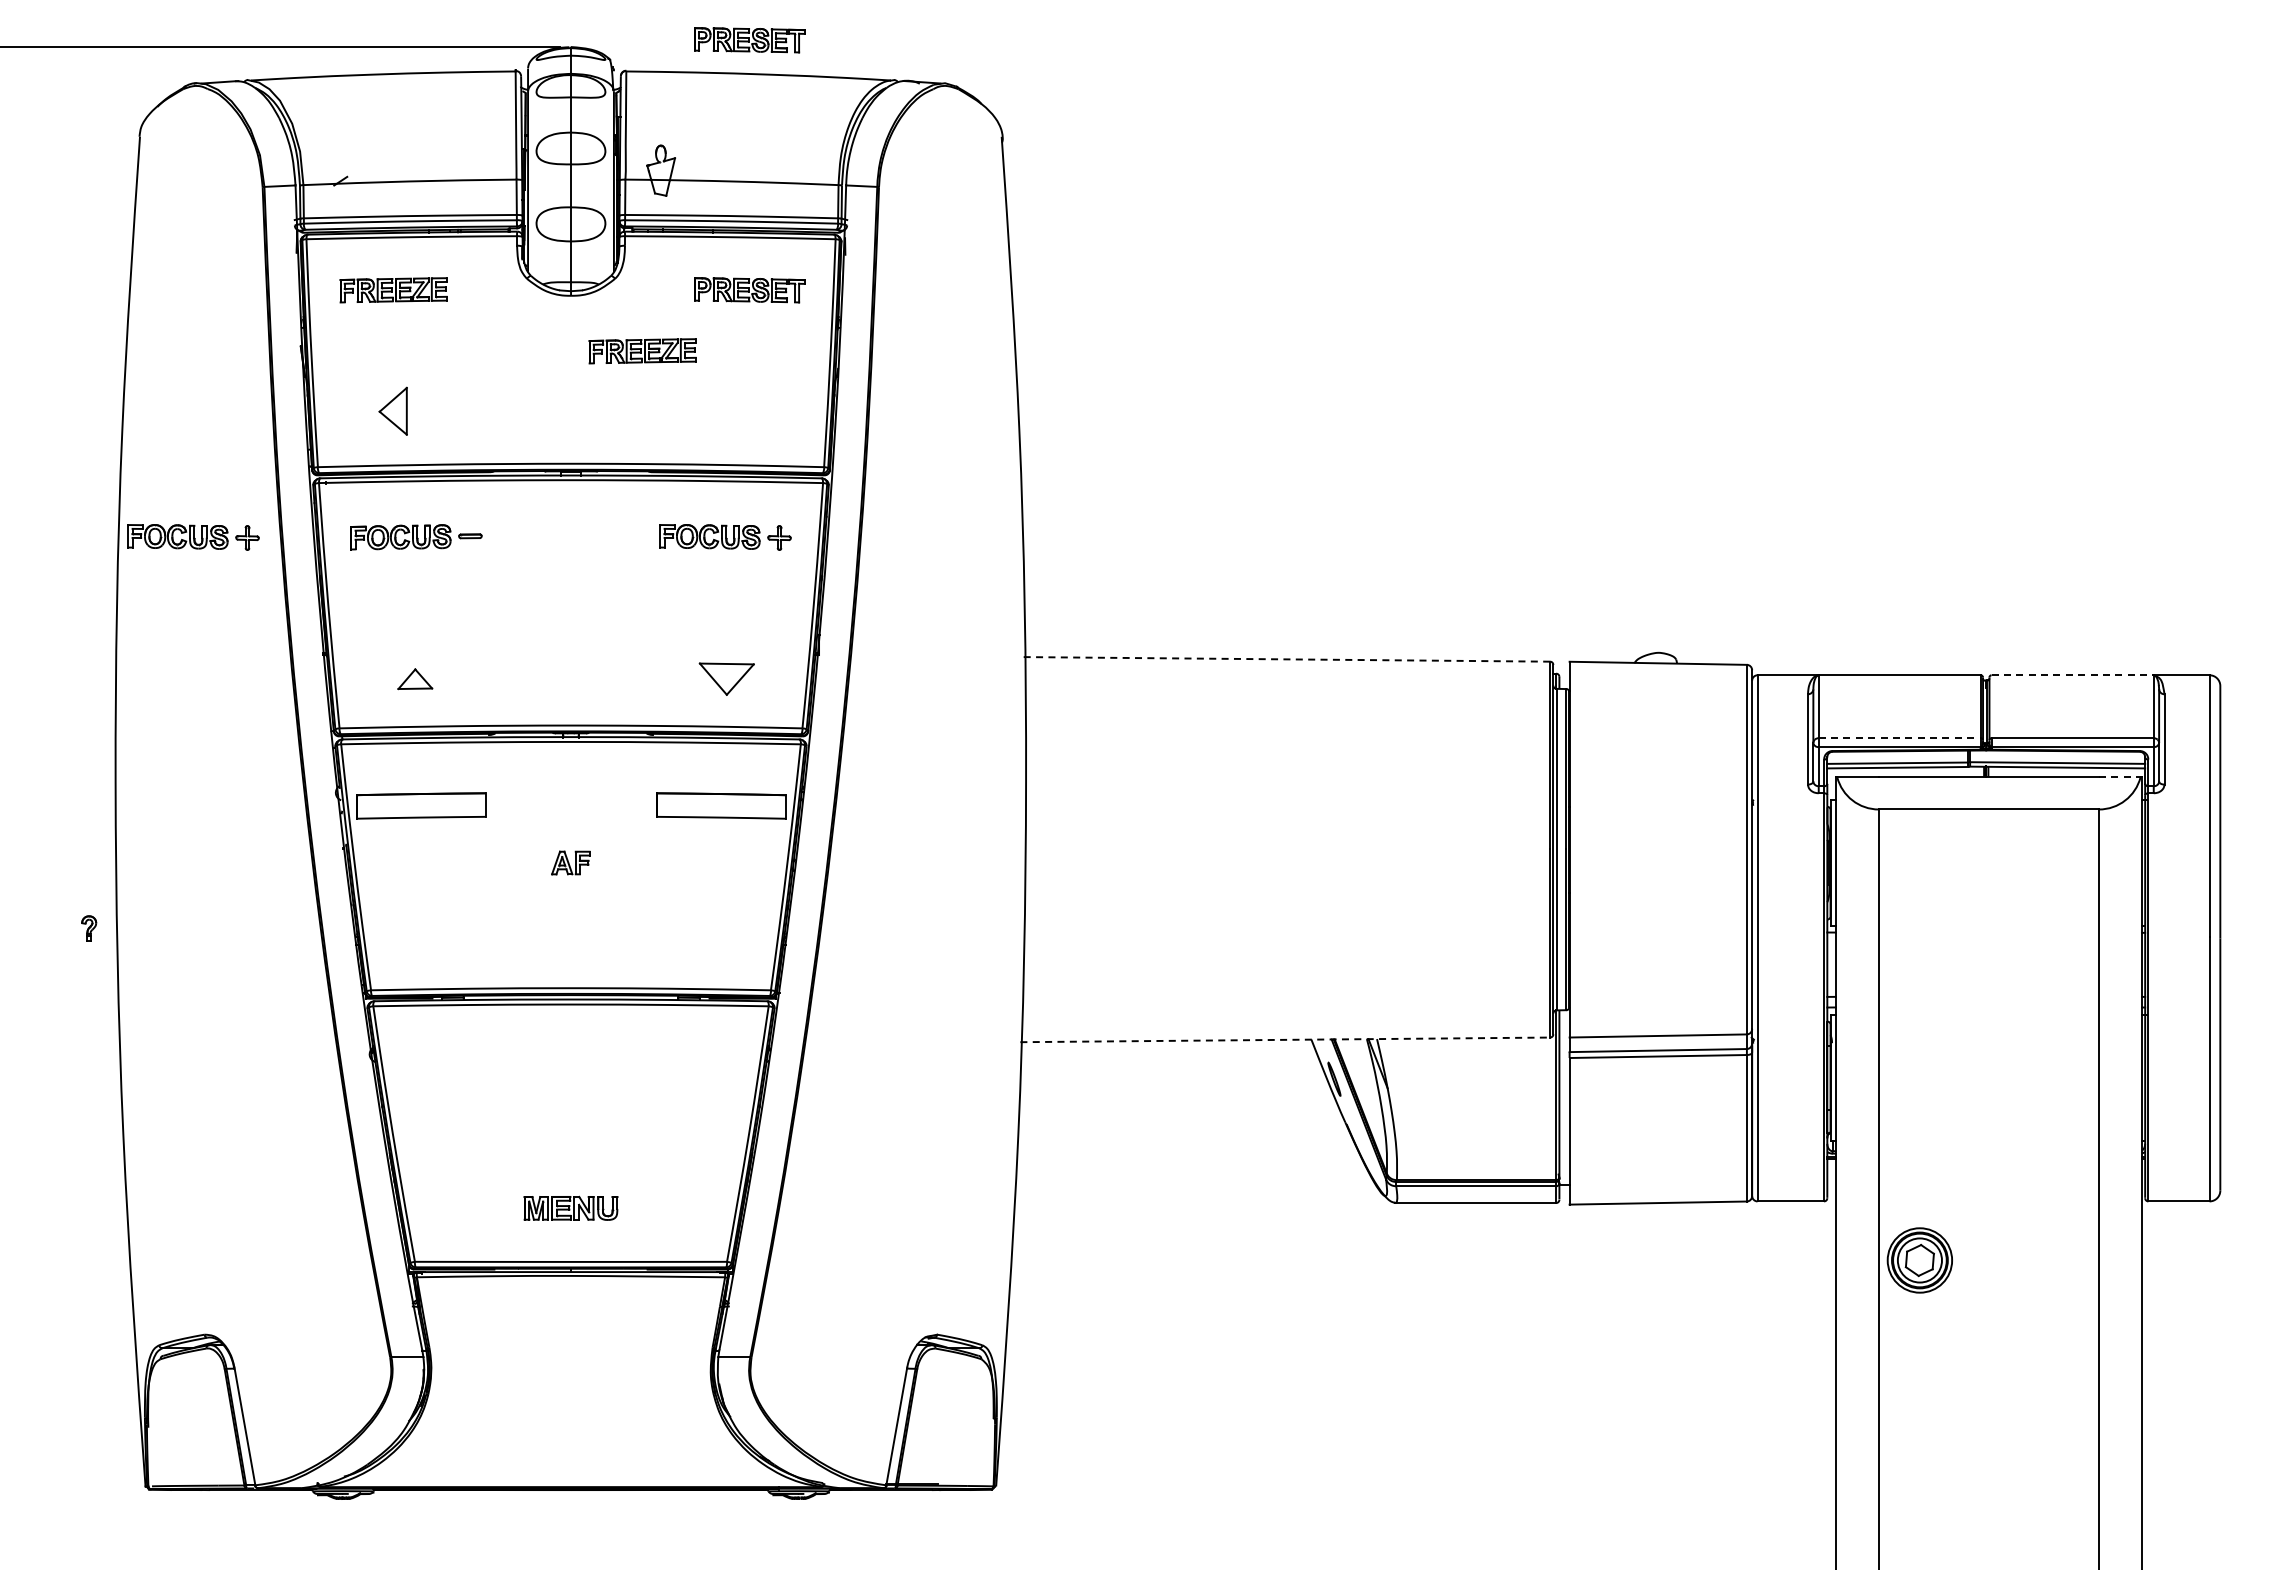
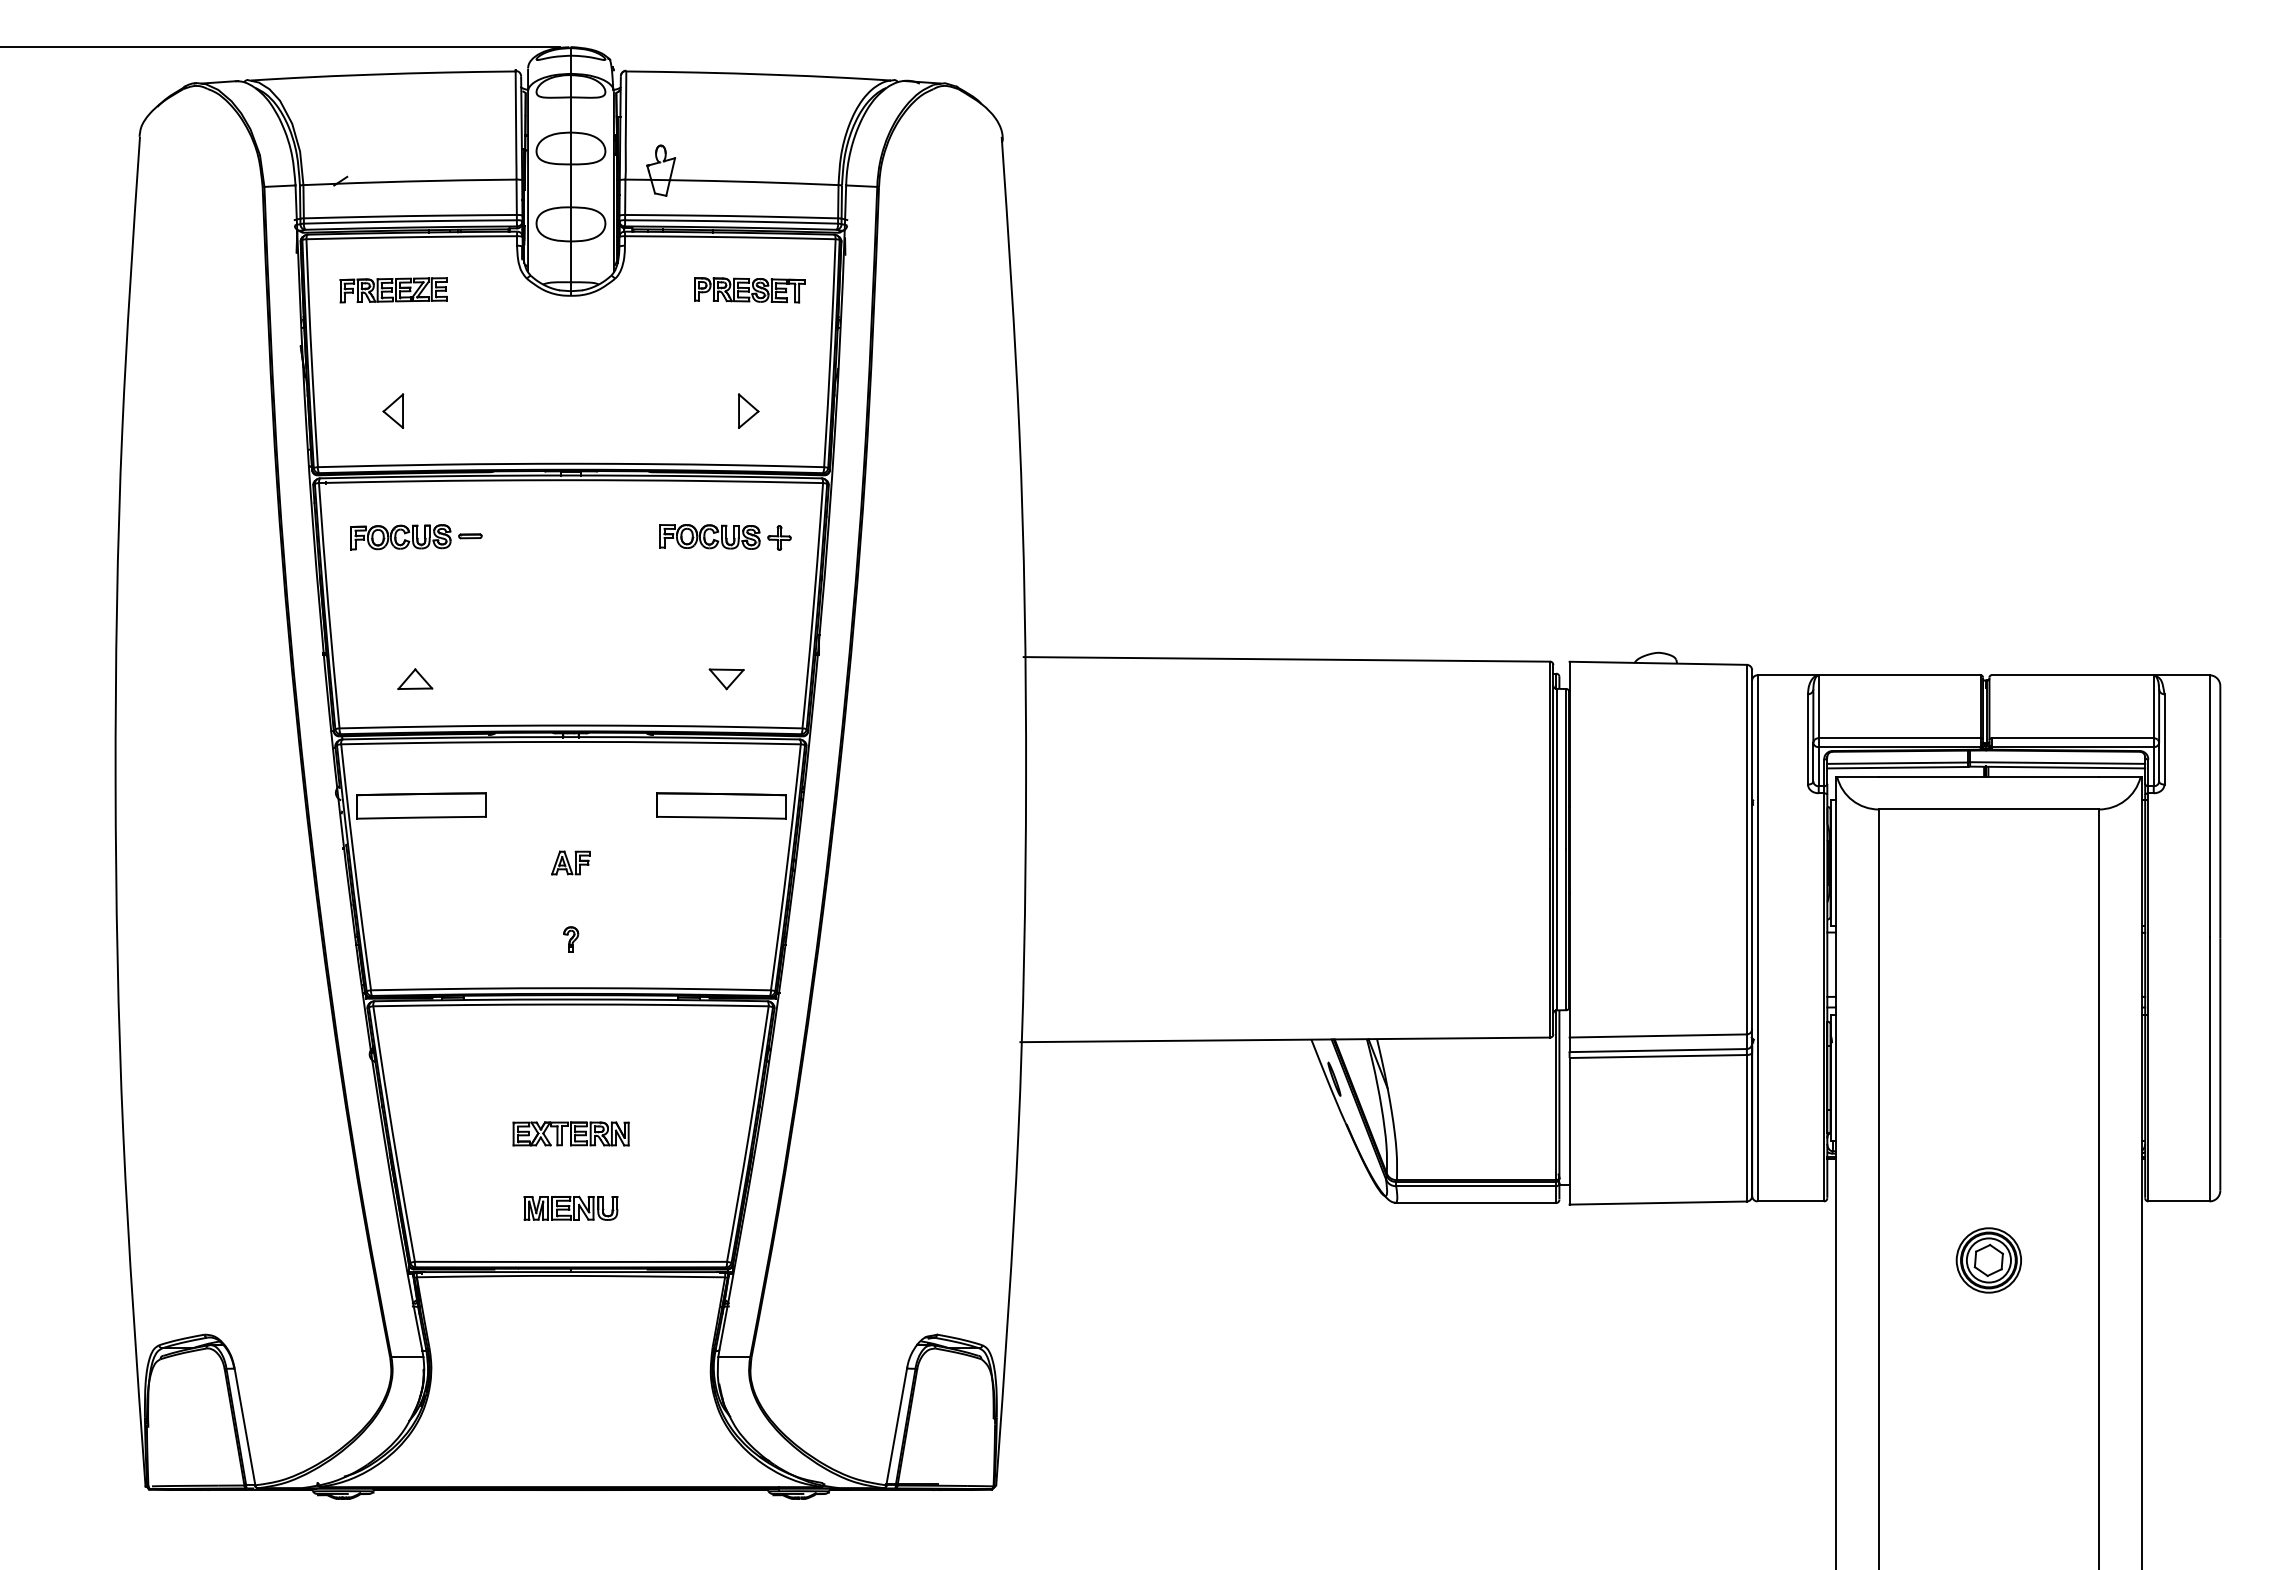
part at (749, 40): present -> none
part at (642, 351): present -> none
part at (392, 410) size: 30x50 px -> 23x36 px
part at (748, 410): none -> present
part at (193, 537): present -> none
line at (1286, 659): dashed -> solid
line at (2073, 675): dashed -> solid
part at (726, 678) size: 57x34 px -> 37x23 px
line at (1900, 738): dashed -> solid
line at (2119, 777): dashed -> solid
part at (89, 928) position: (89, 928) -> (571, 939)
line at (1285, 1039): dashed -> solid
part at (570, 1133): none -> present
part at (1919, 1260) position: (1919, 1260) -> (1988, 1260)
